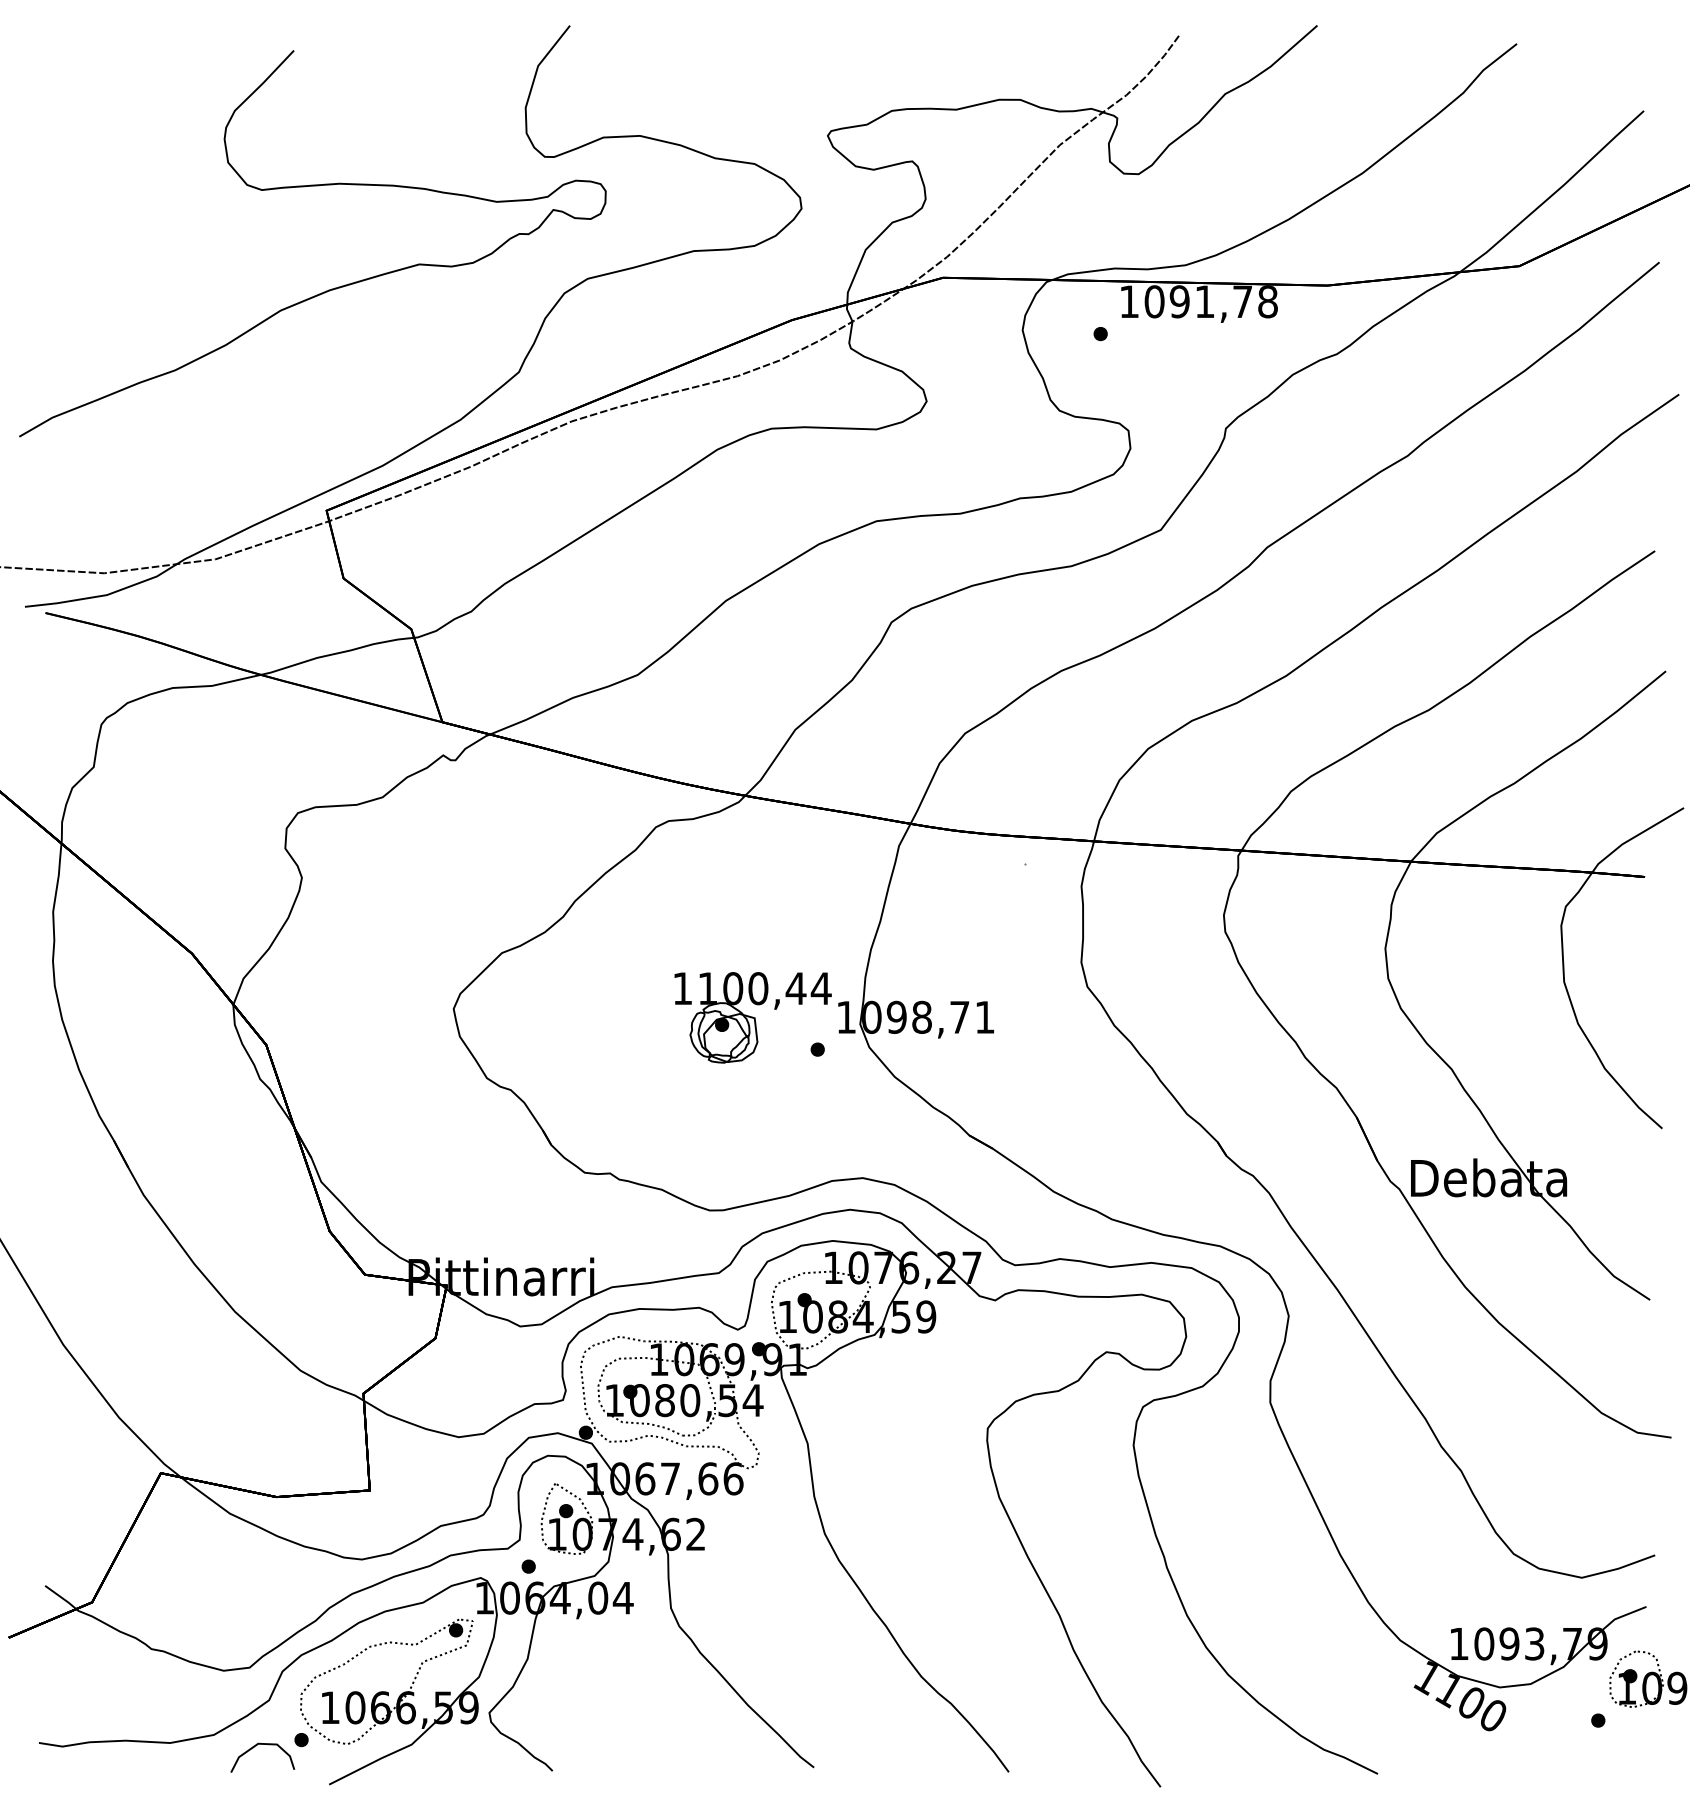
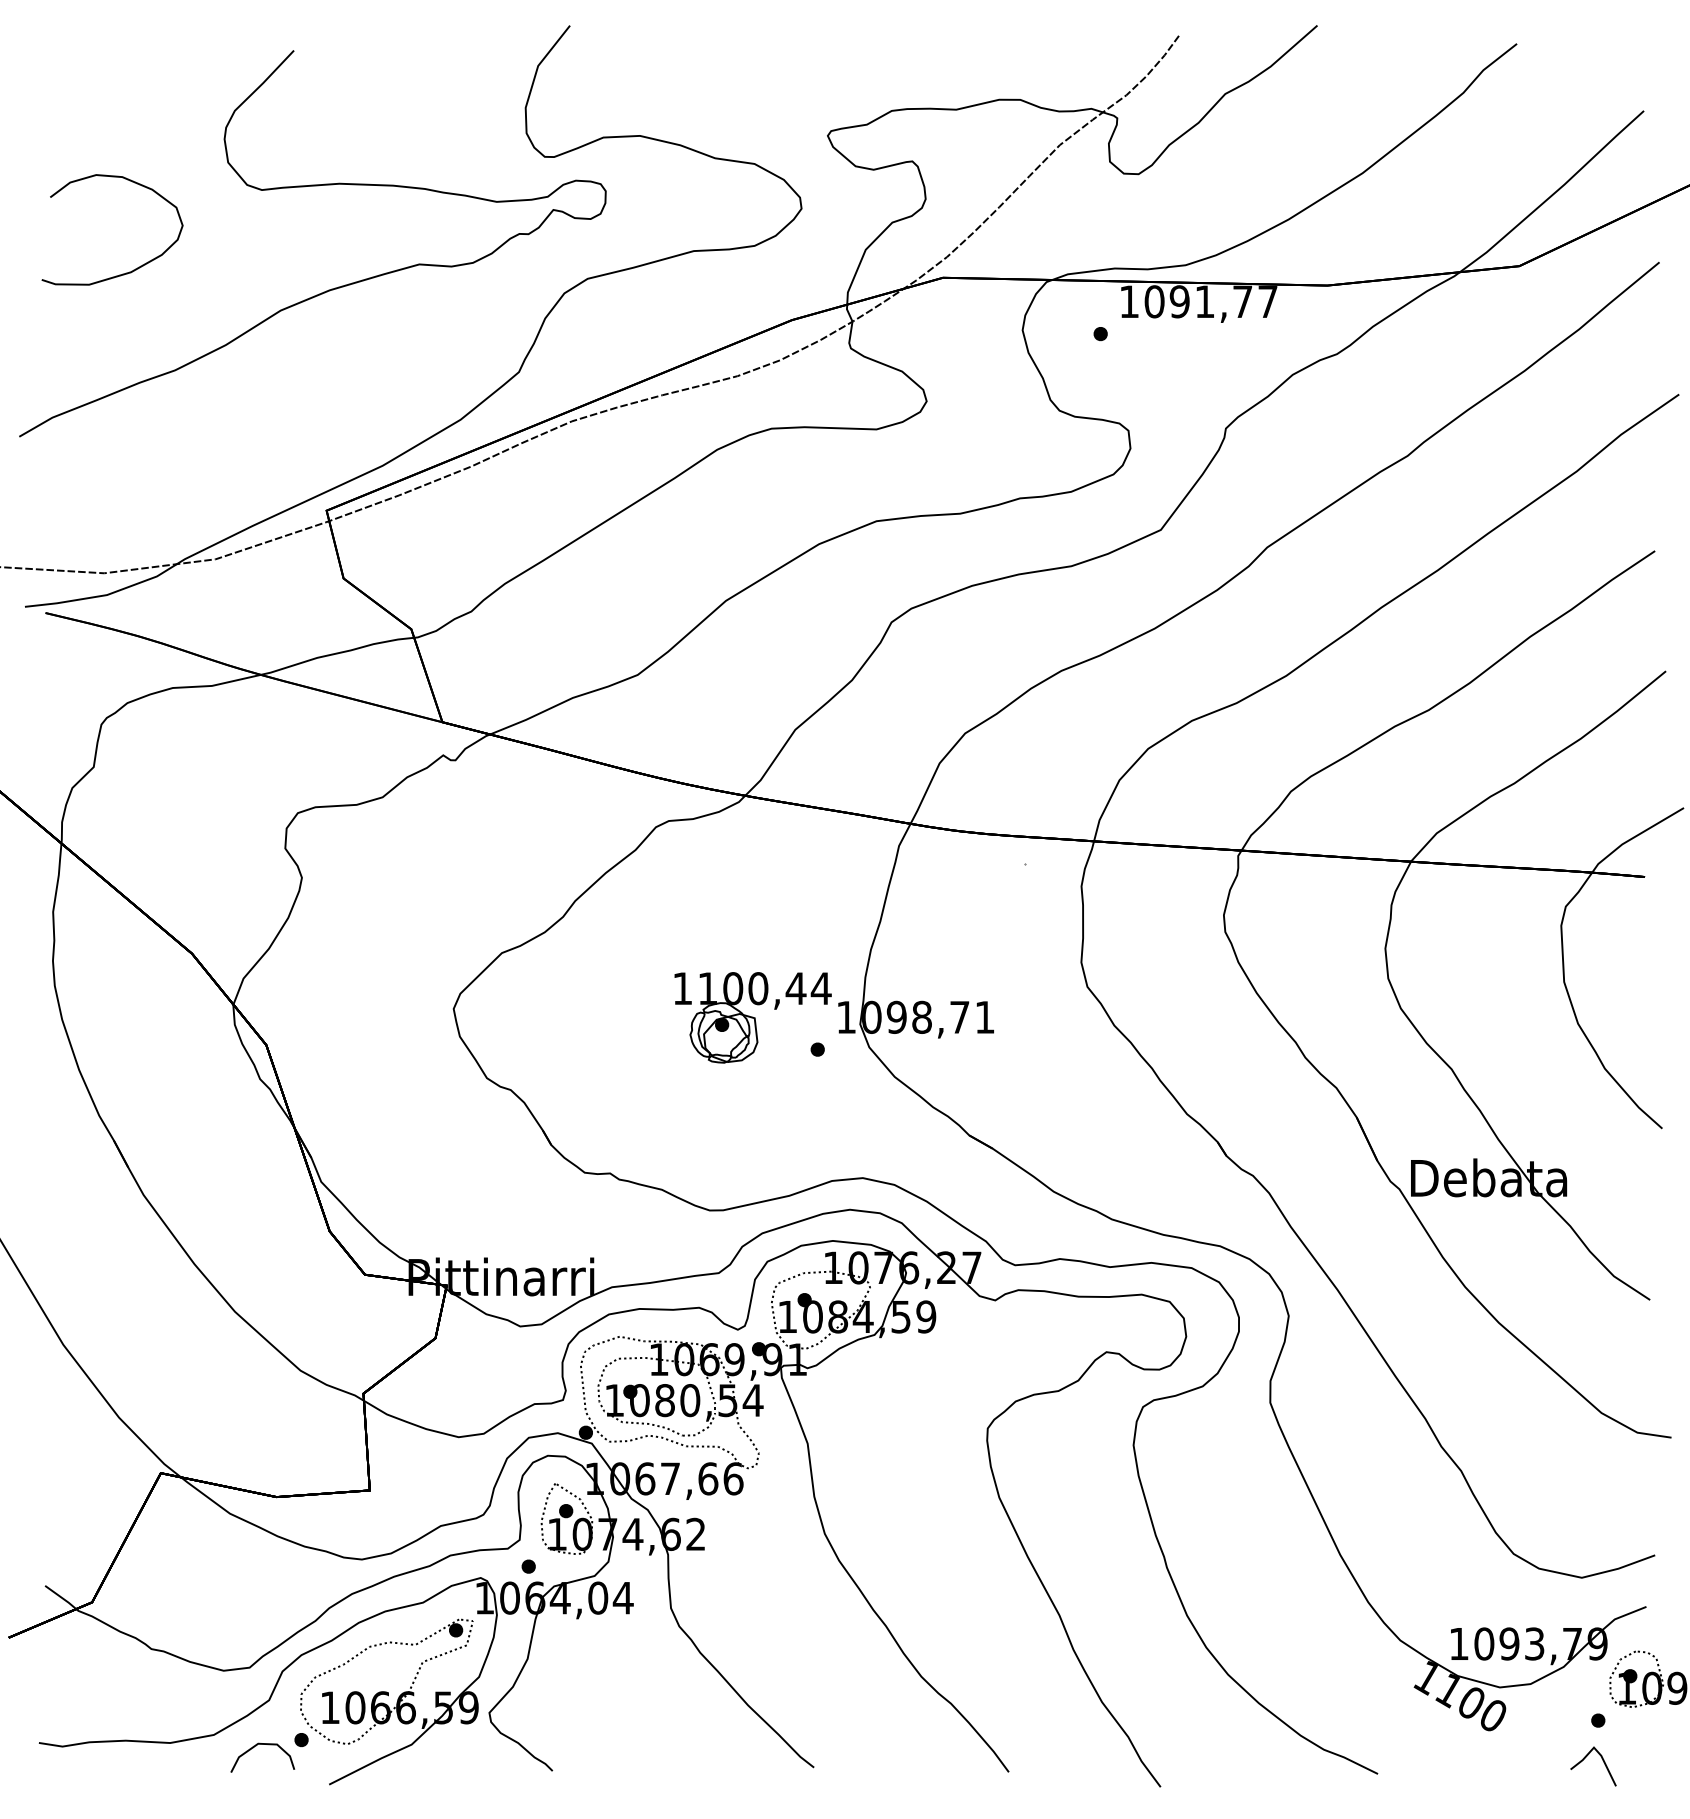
curve at (122, 273): none -> present
text at (1267, 301): 1091,78 -> 1091,77
line at (1603, 1762): none -> present
